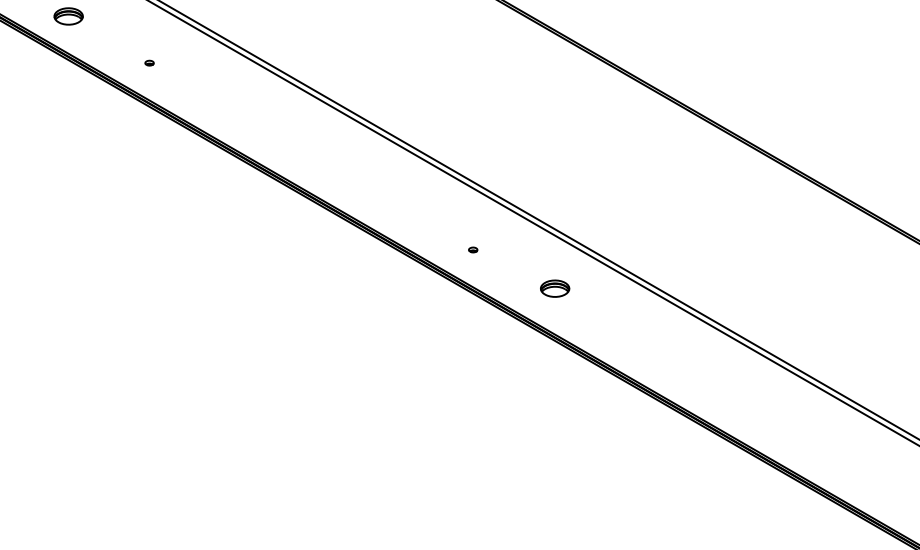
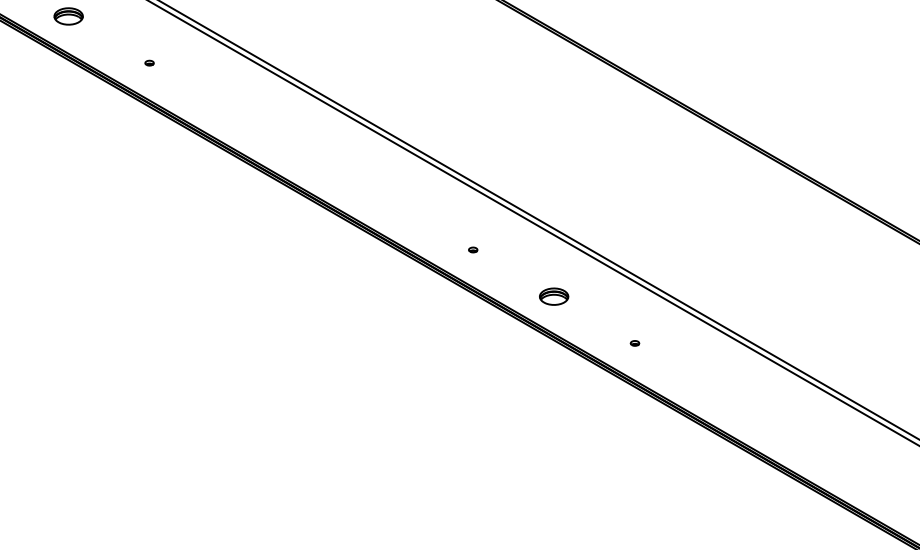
part at (555, 288) position: (555, 288) -> (554, 296)
part at (634, 343): none -> present
